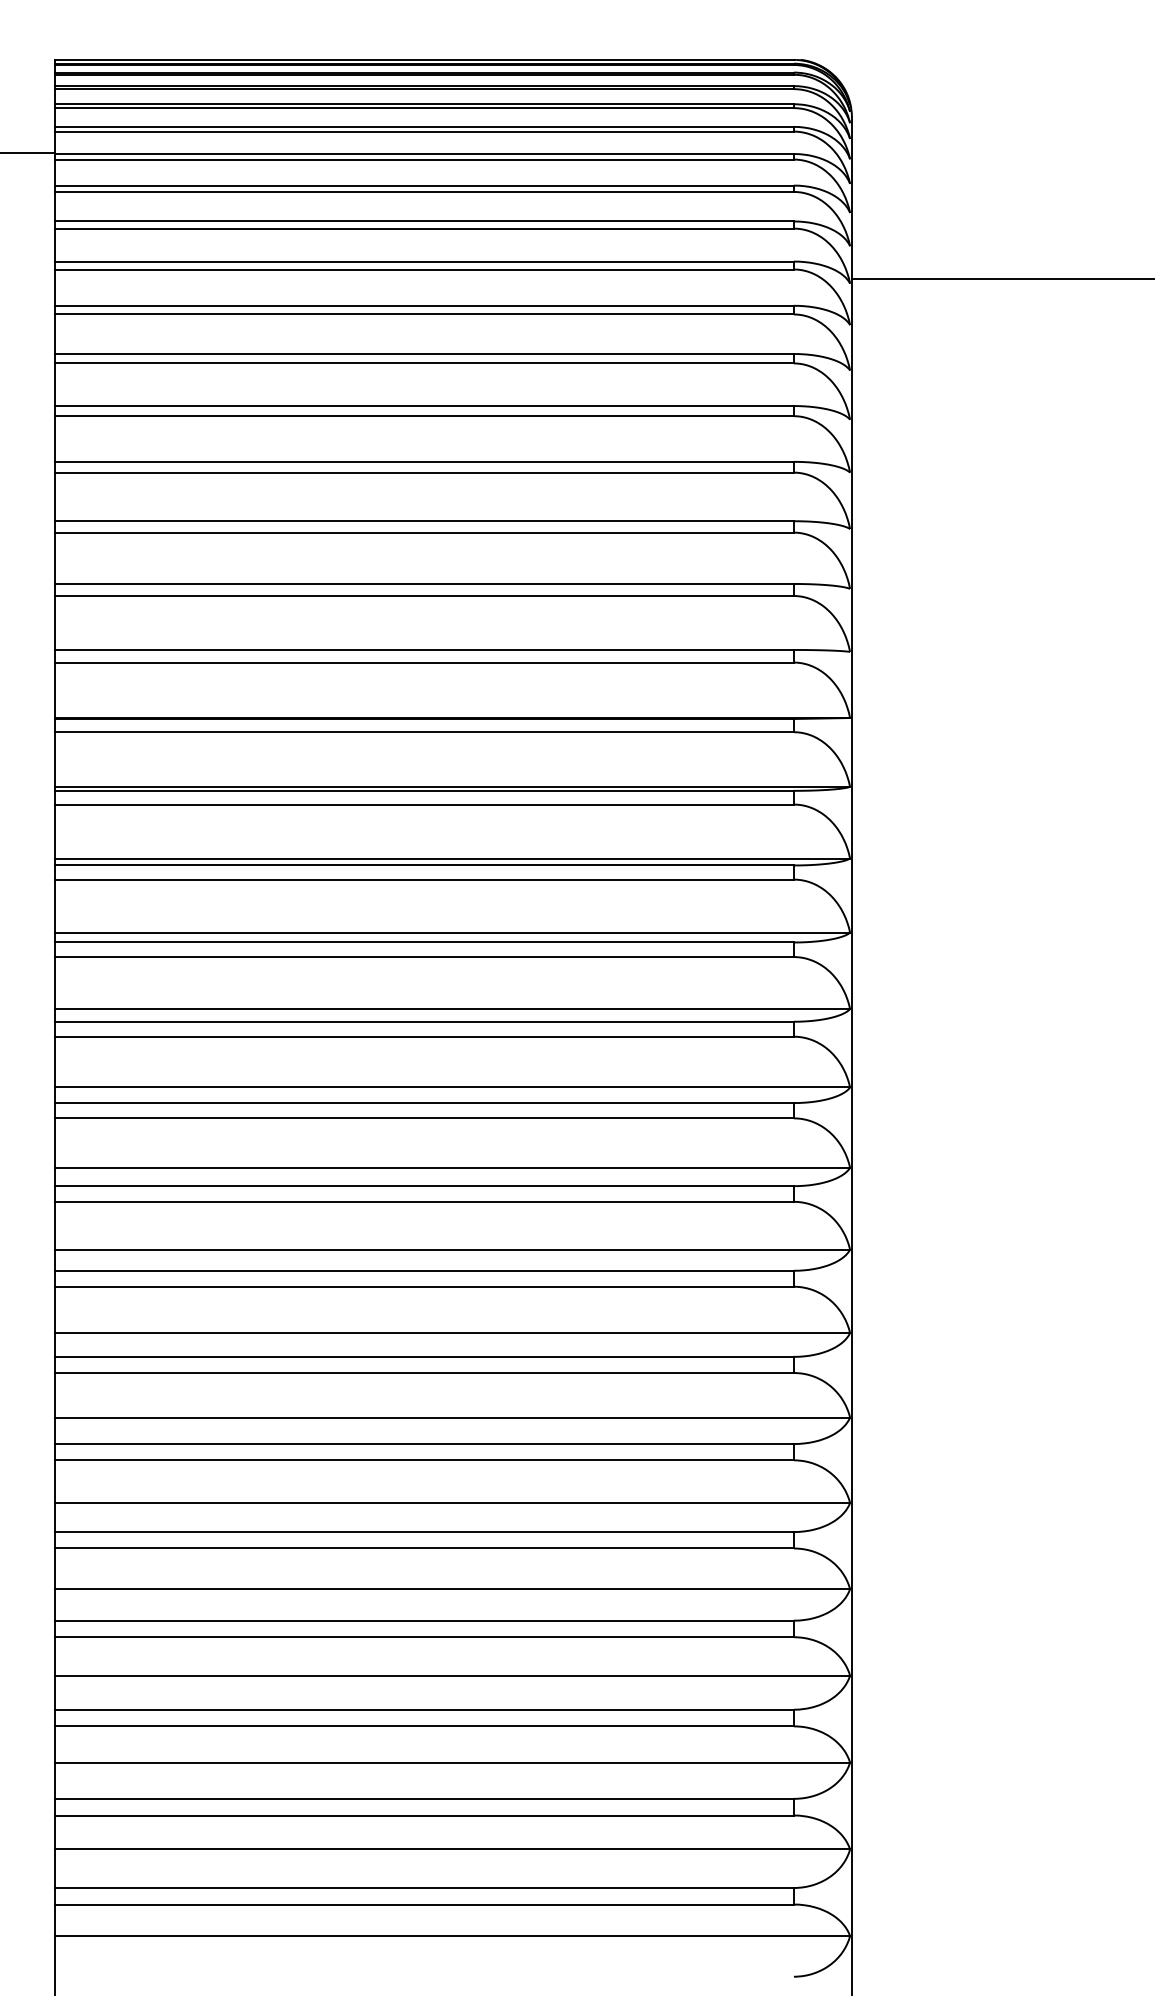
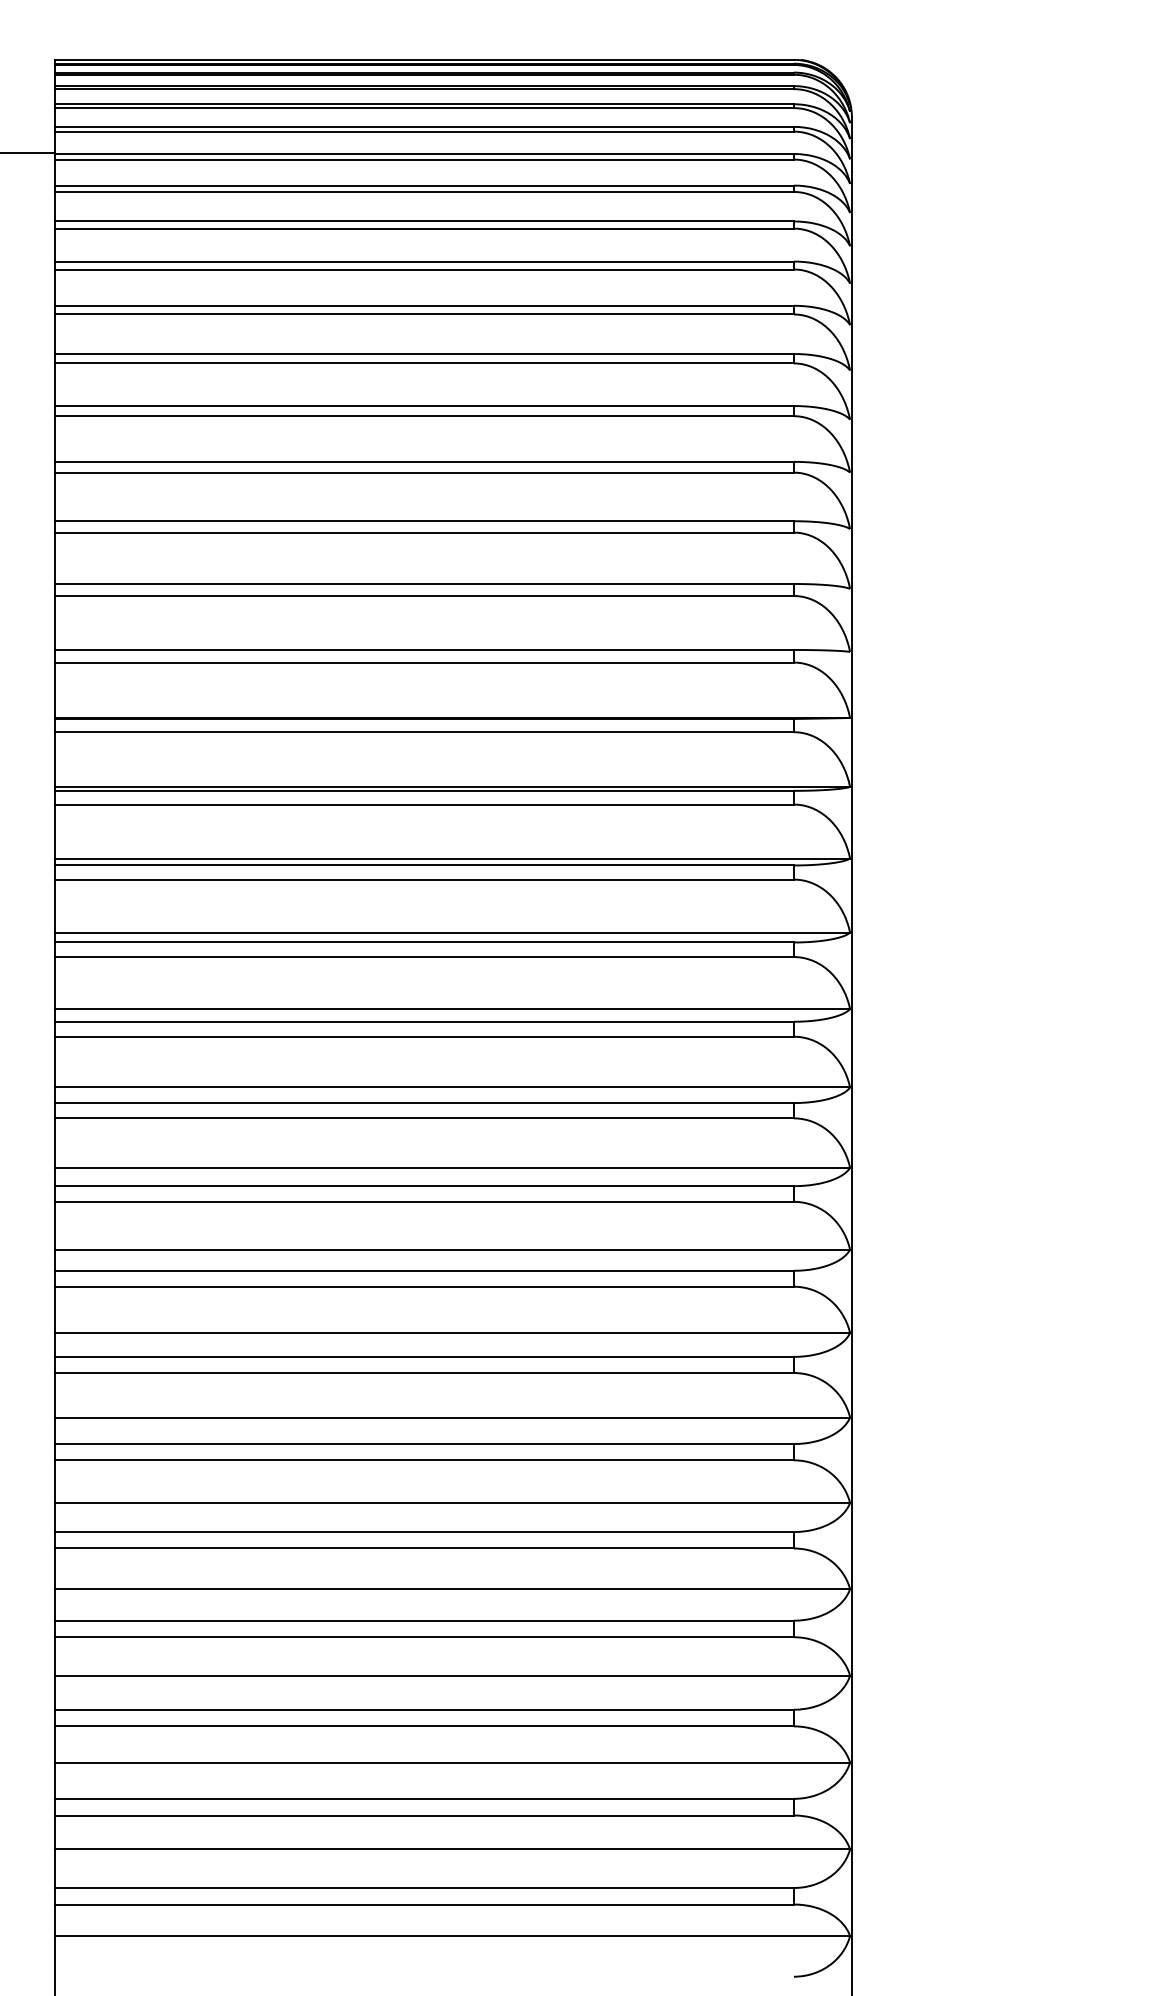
line at (1001, 279): present -> none
